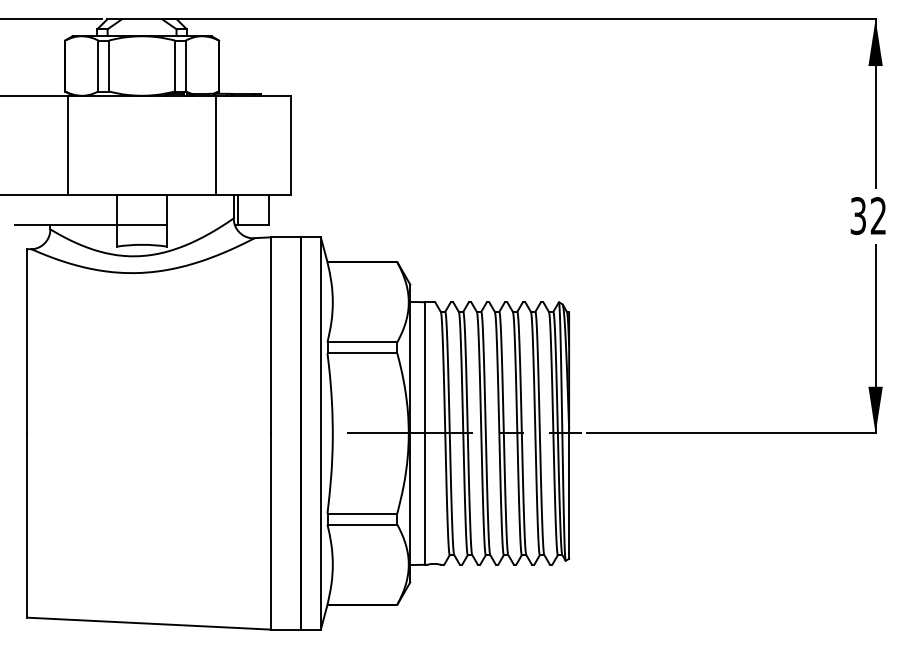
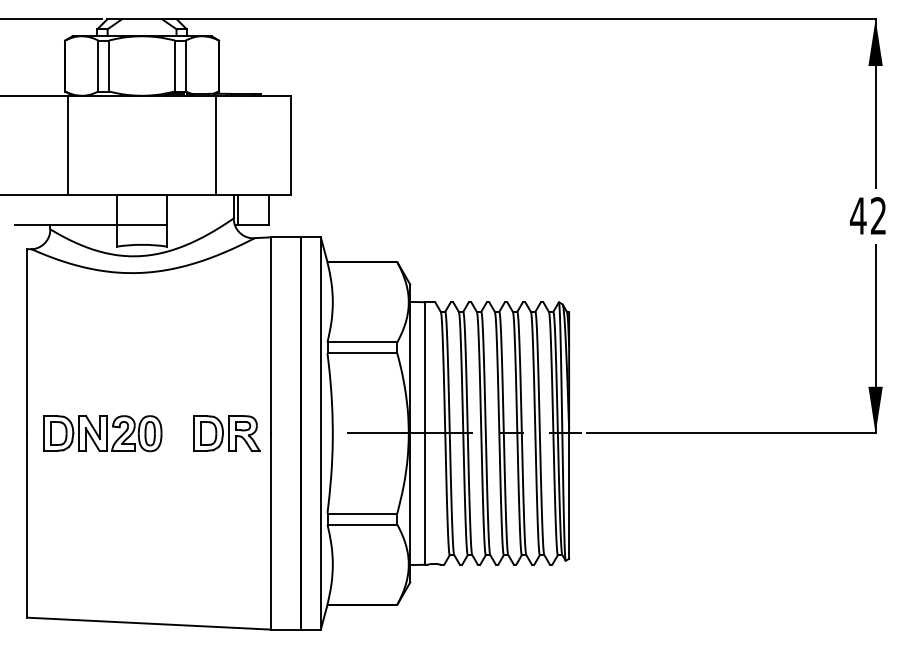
text at (858, 216): 32 -> 42
part at (102, 433): none -> present
part at (226, 433): none -> present
